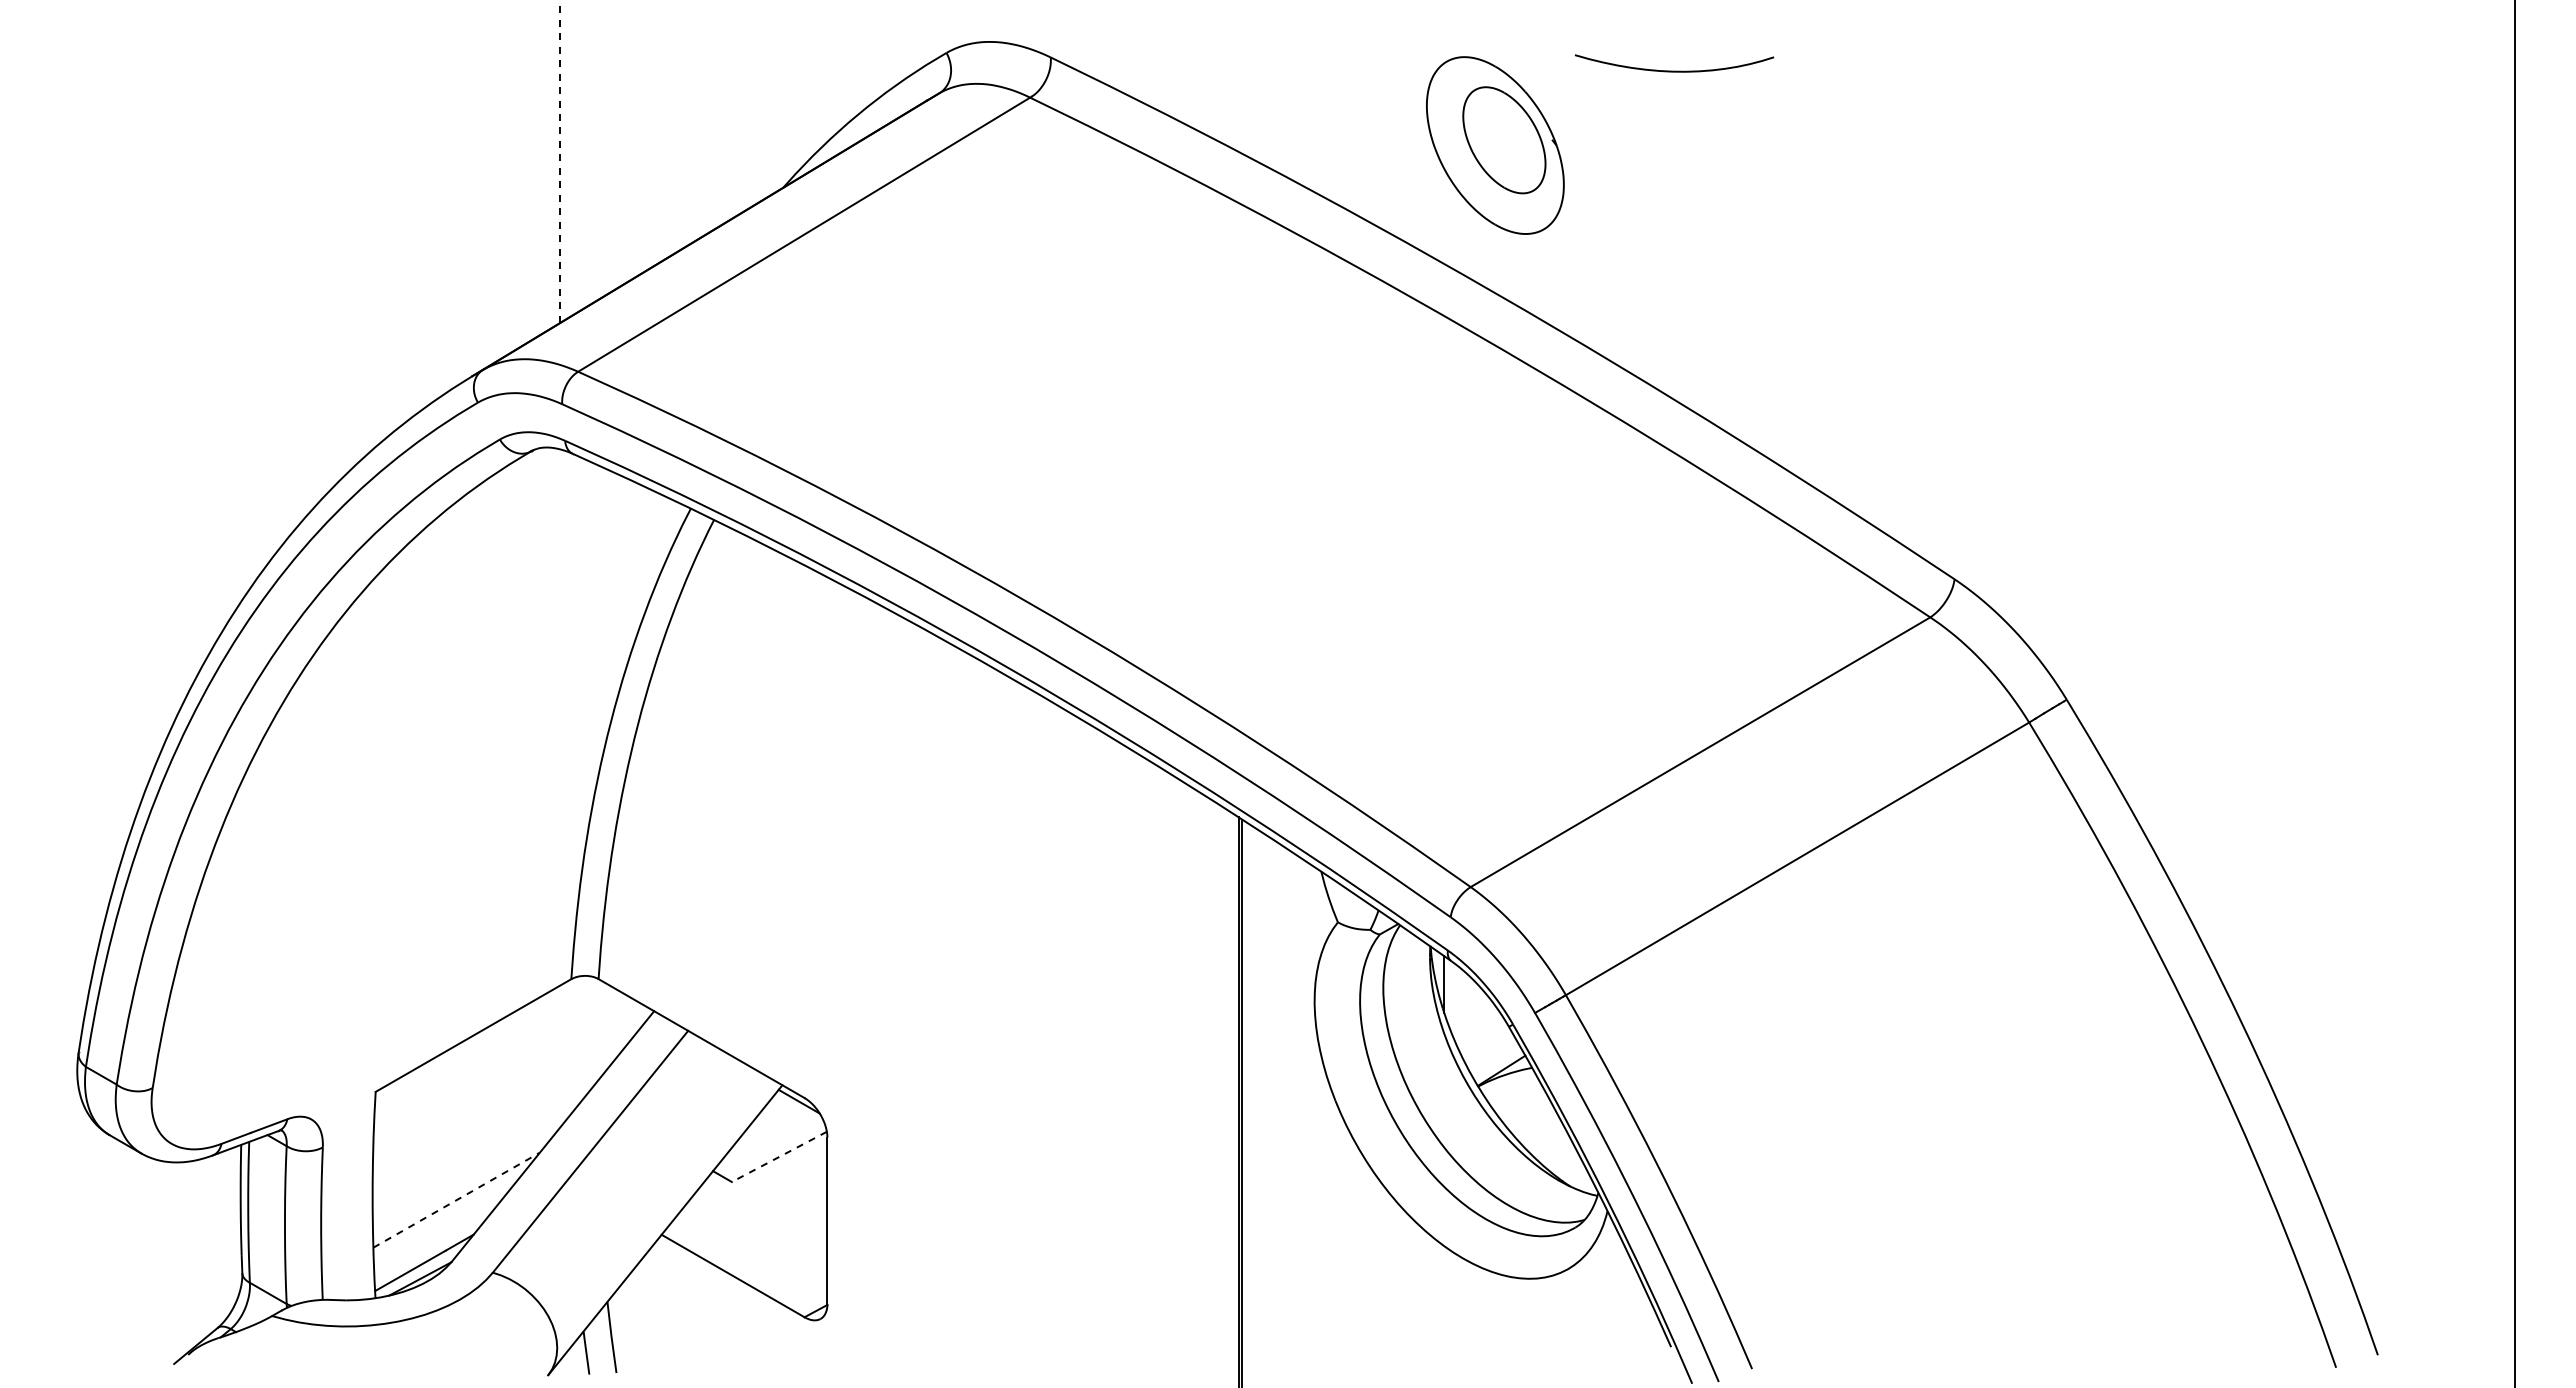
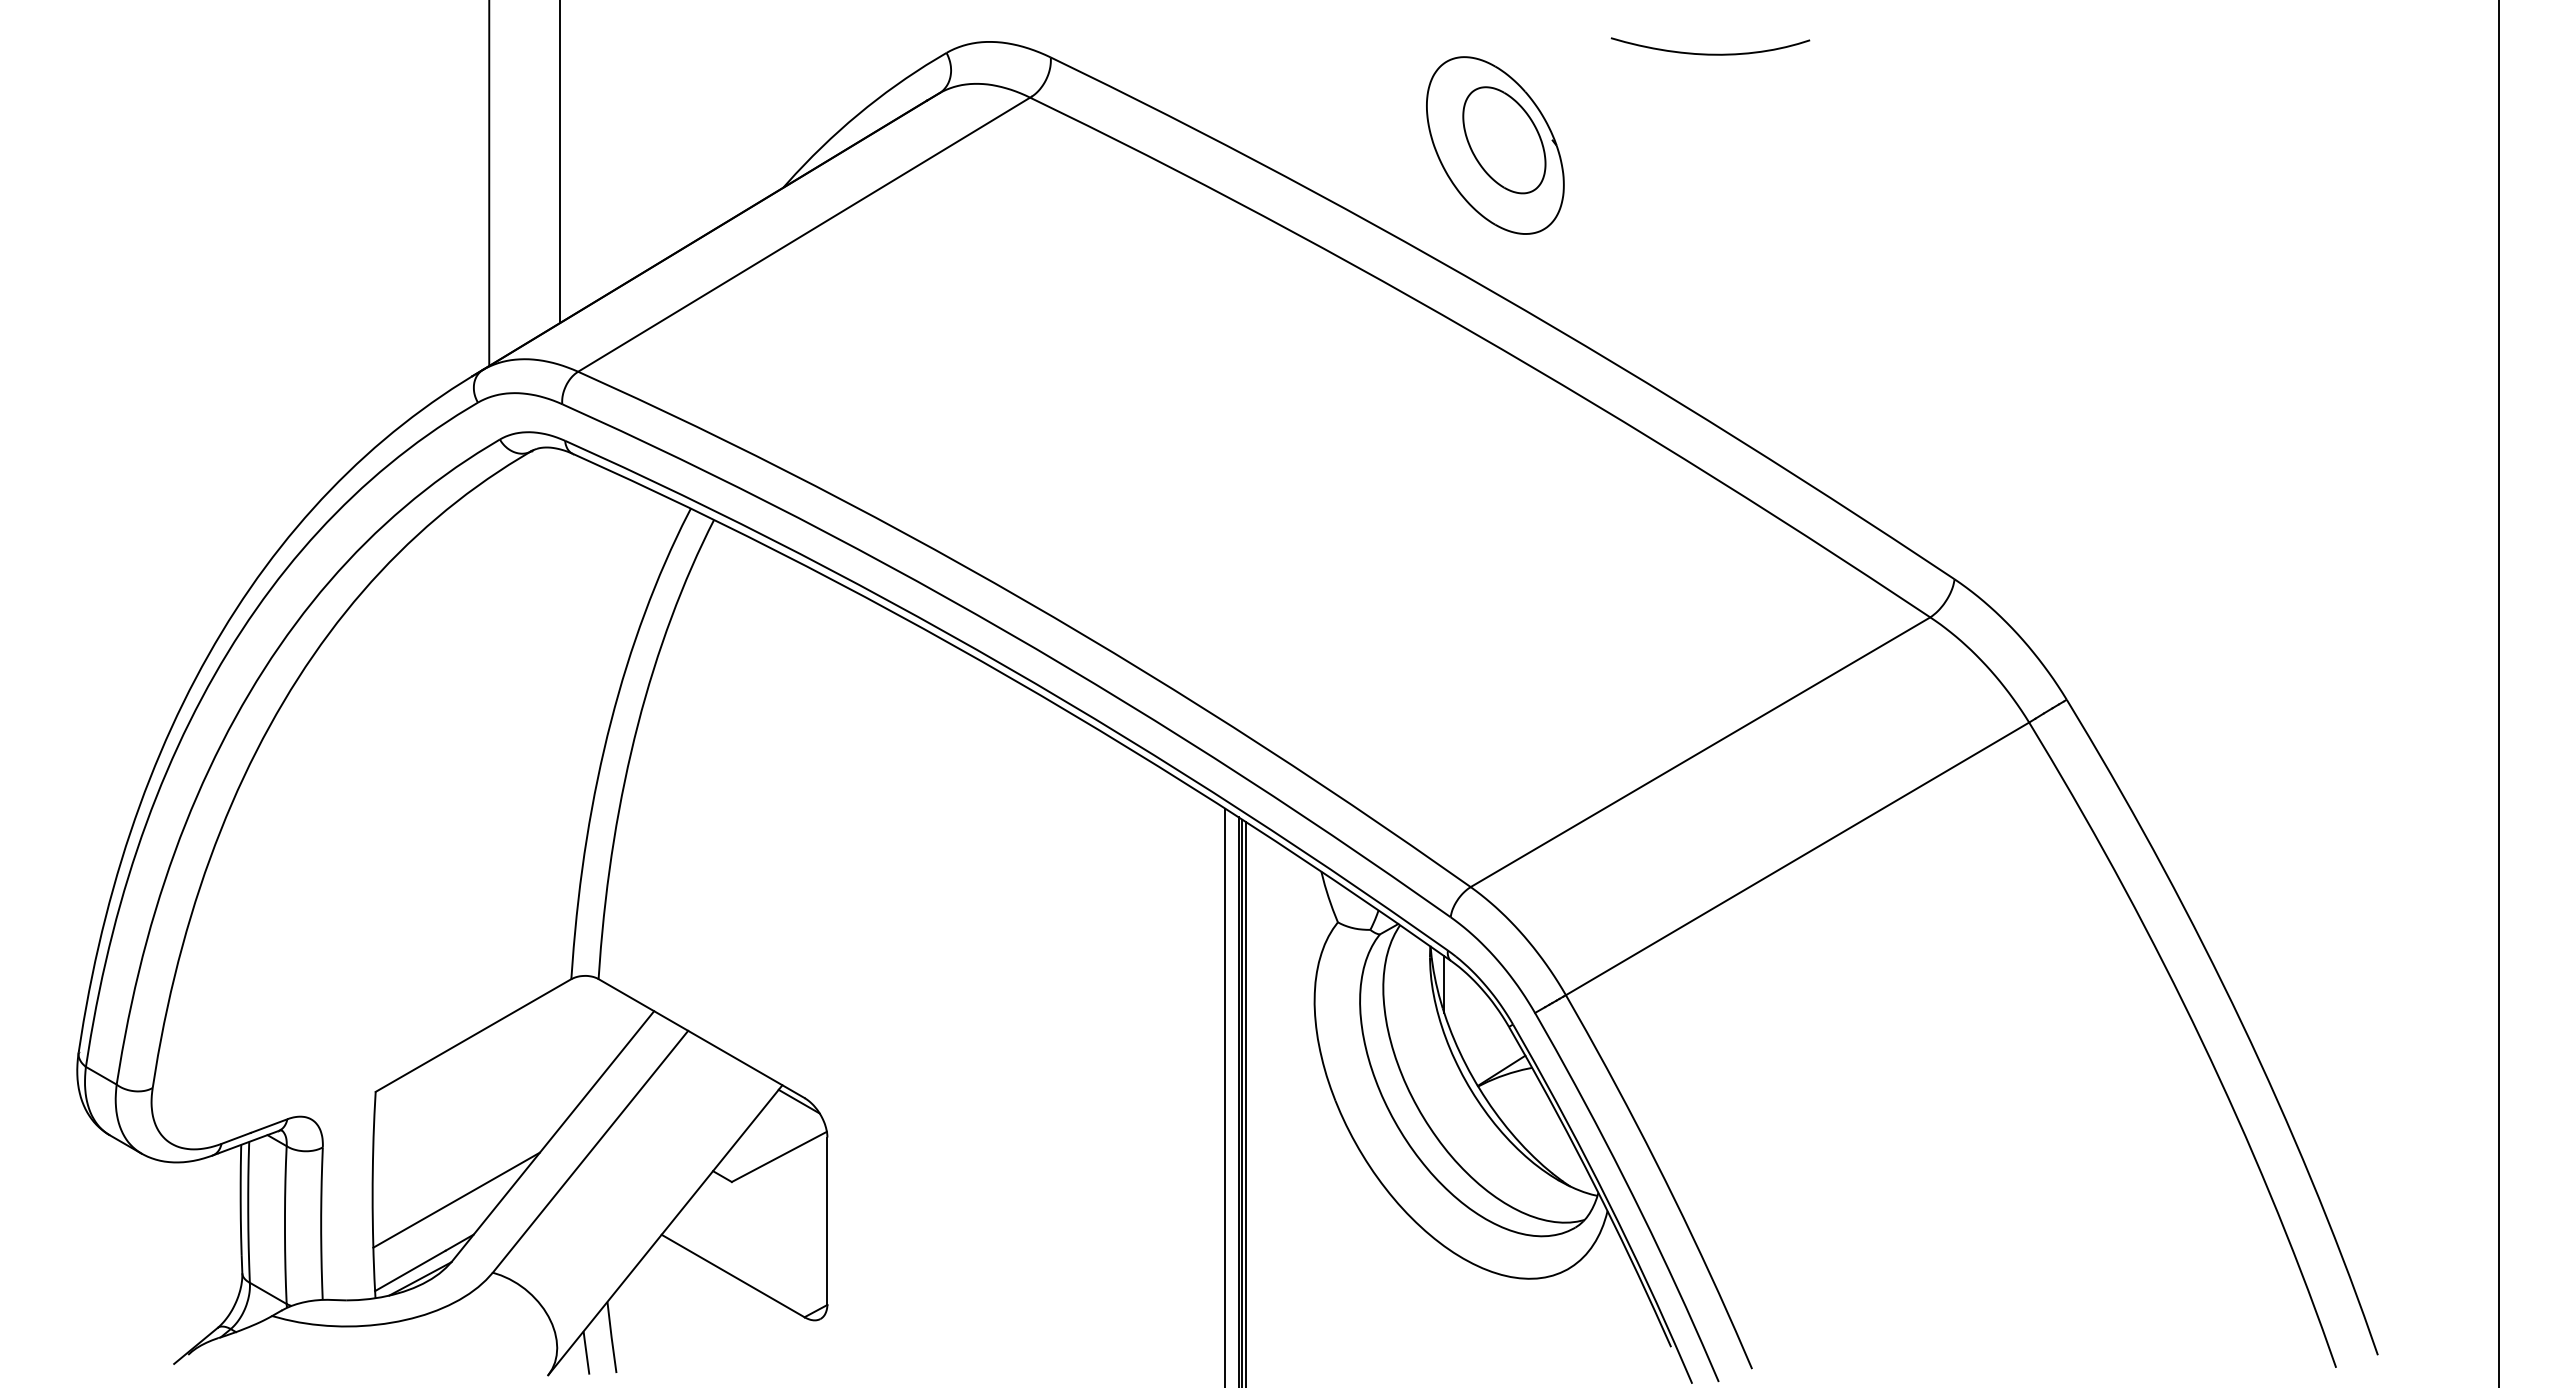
curve at (1674, 70) position: (1674, 70) -> (1710, 53)
line at (560, 160): dashed -> solid
line at (489, 184): none -> present
line at (2514, 693) position: (2514, 693) -> (2498, 693)
line at (1225, 1096): none -> present
line at (1245, 1103): none -> present
line at (779, 1156): dashed -> solid
line at (456, 1200): dashed -> solid
